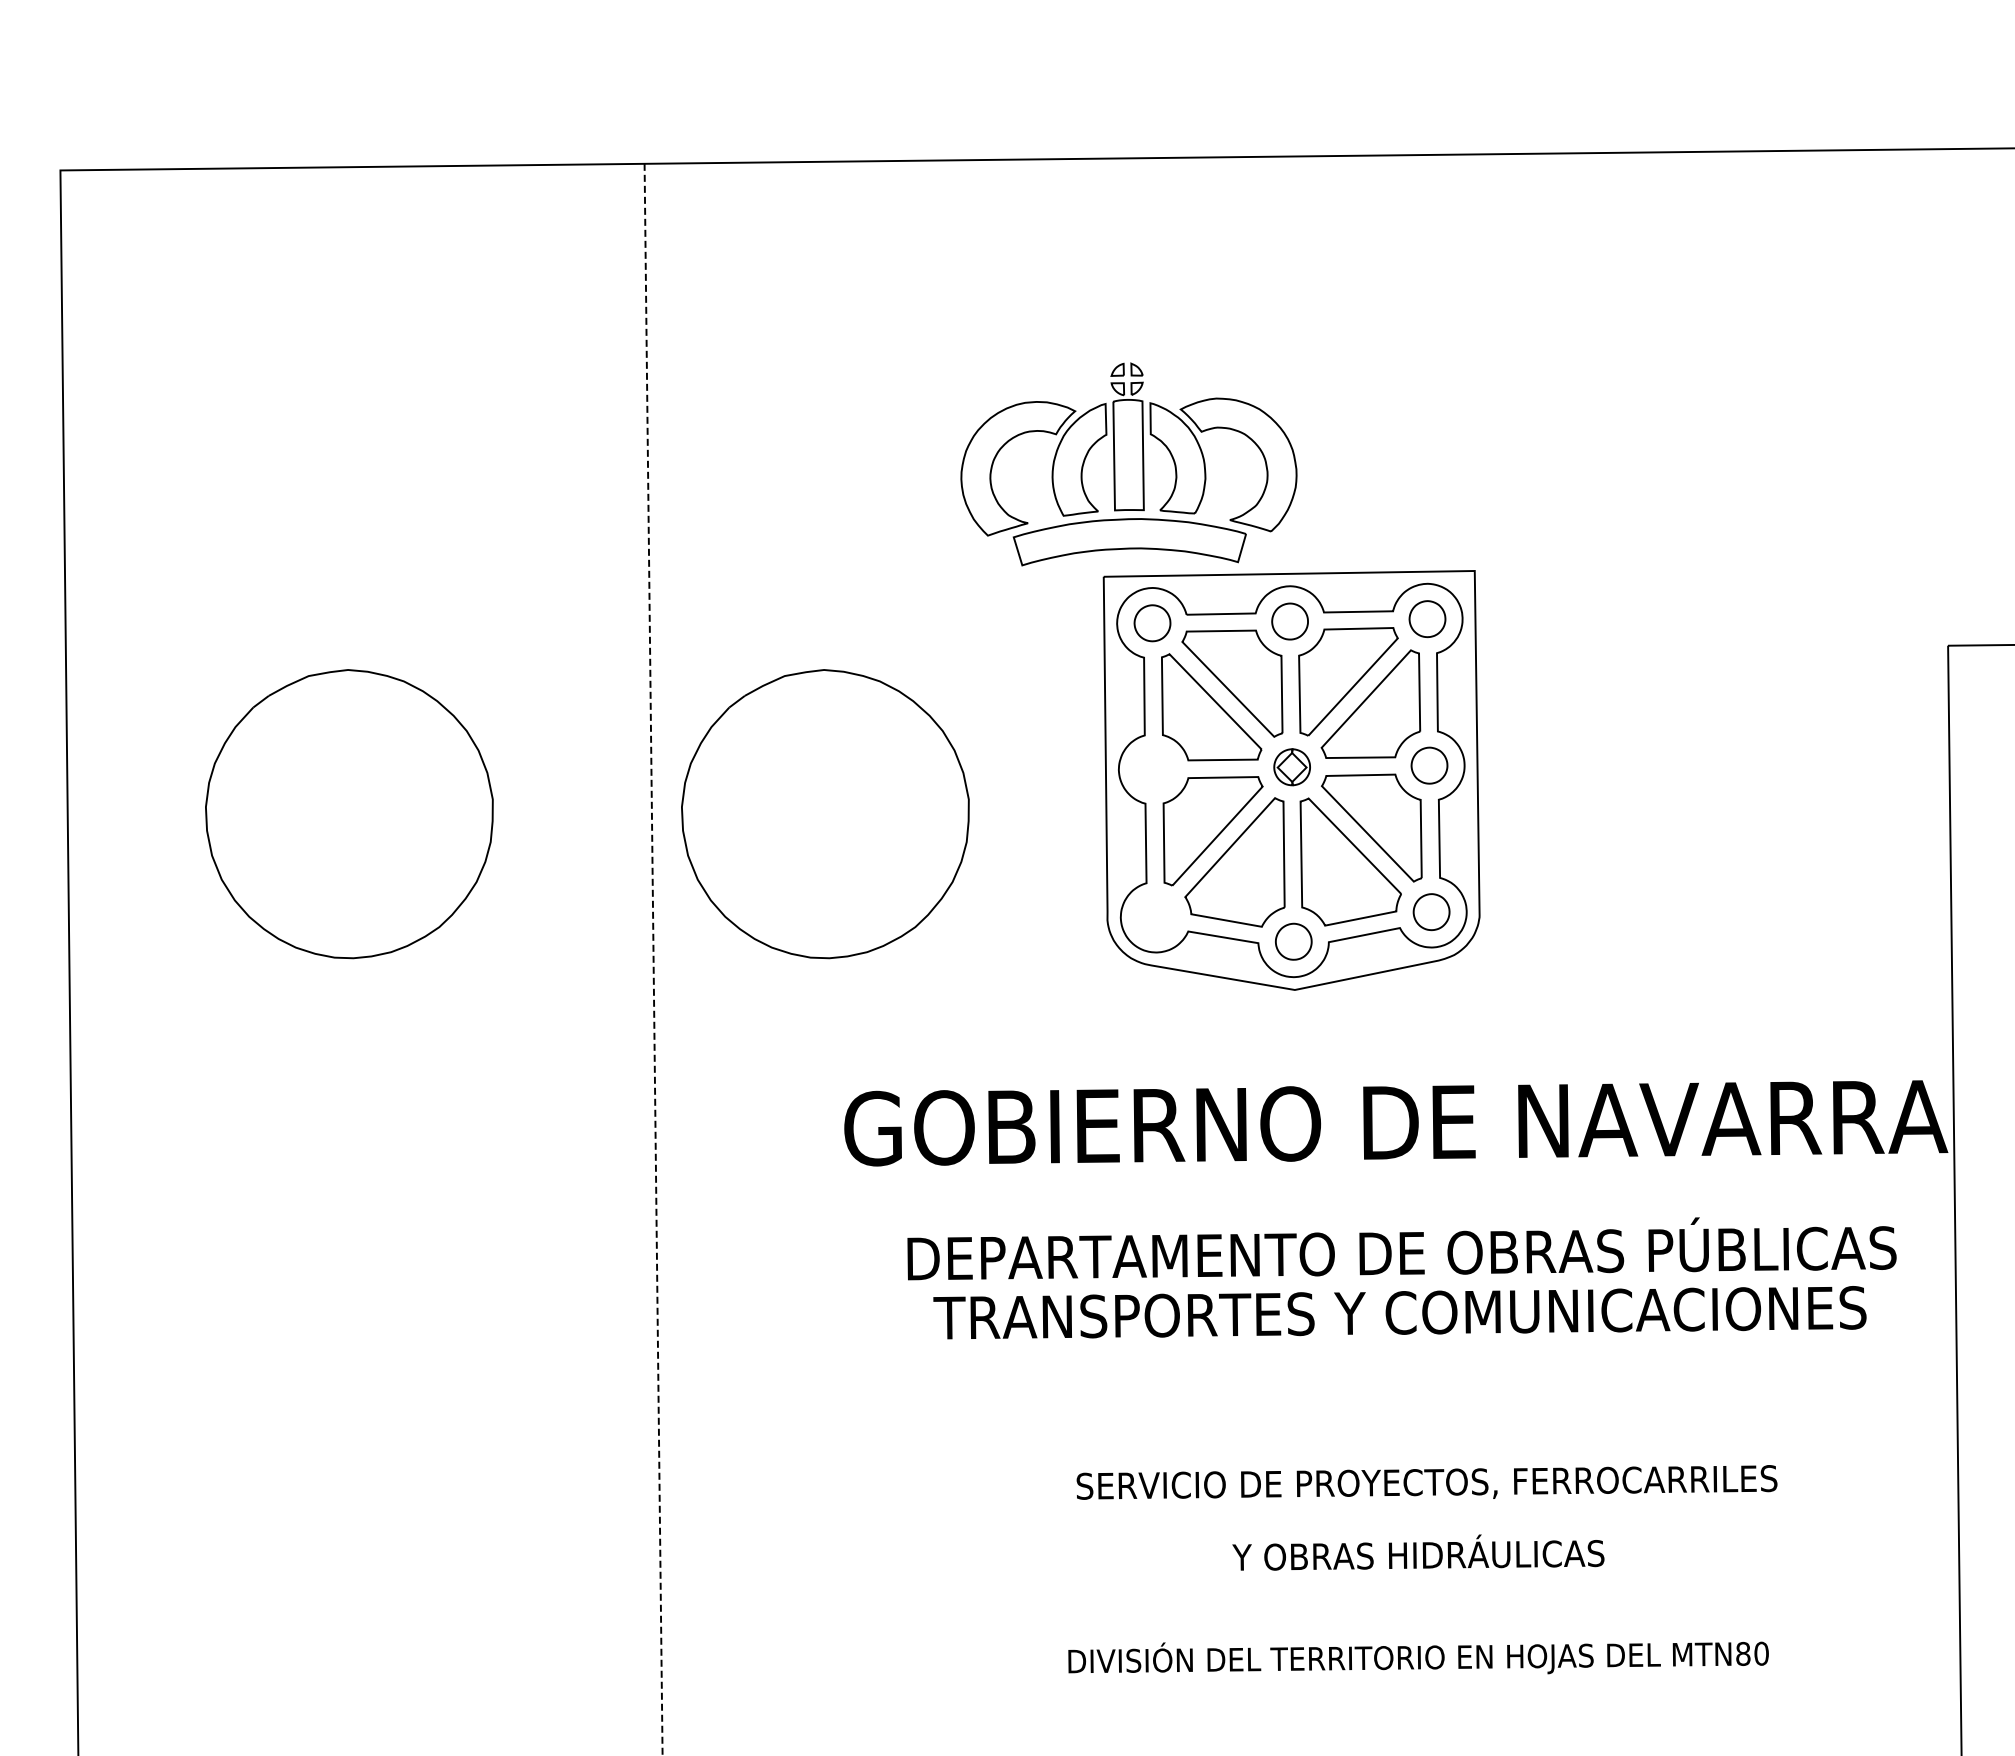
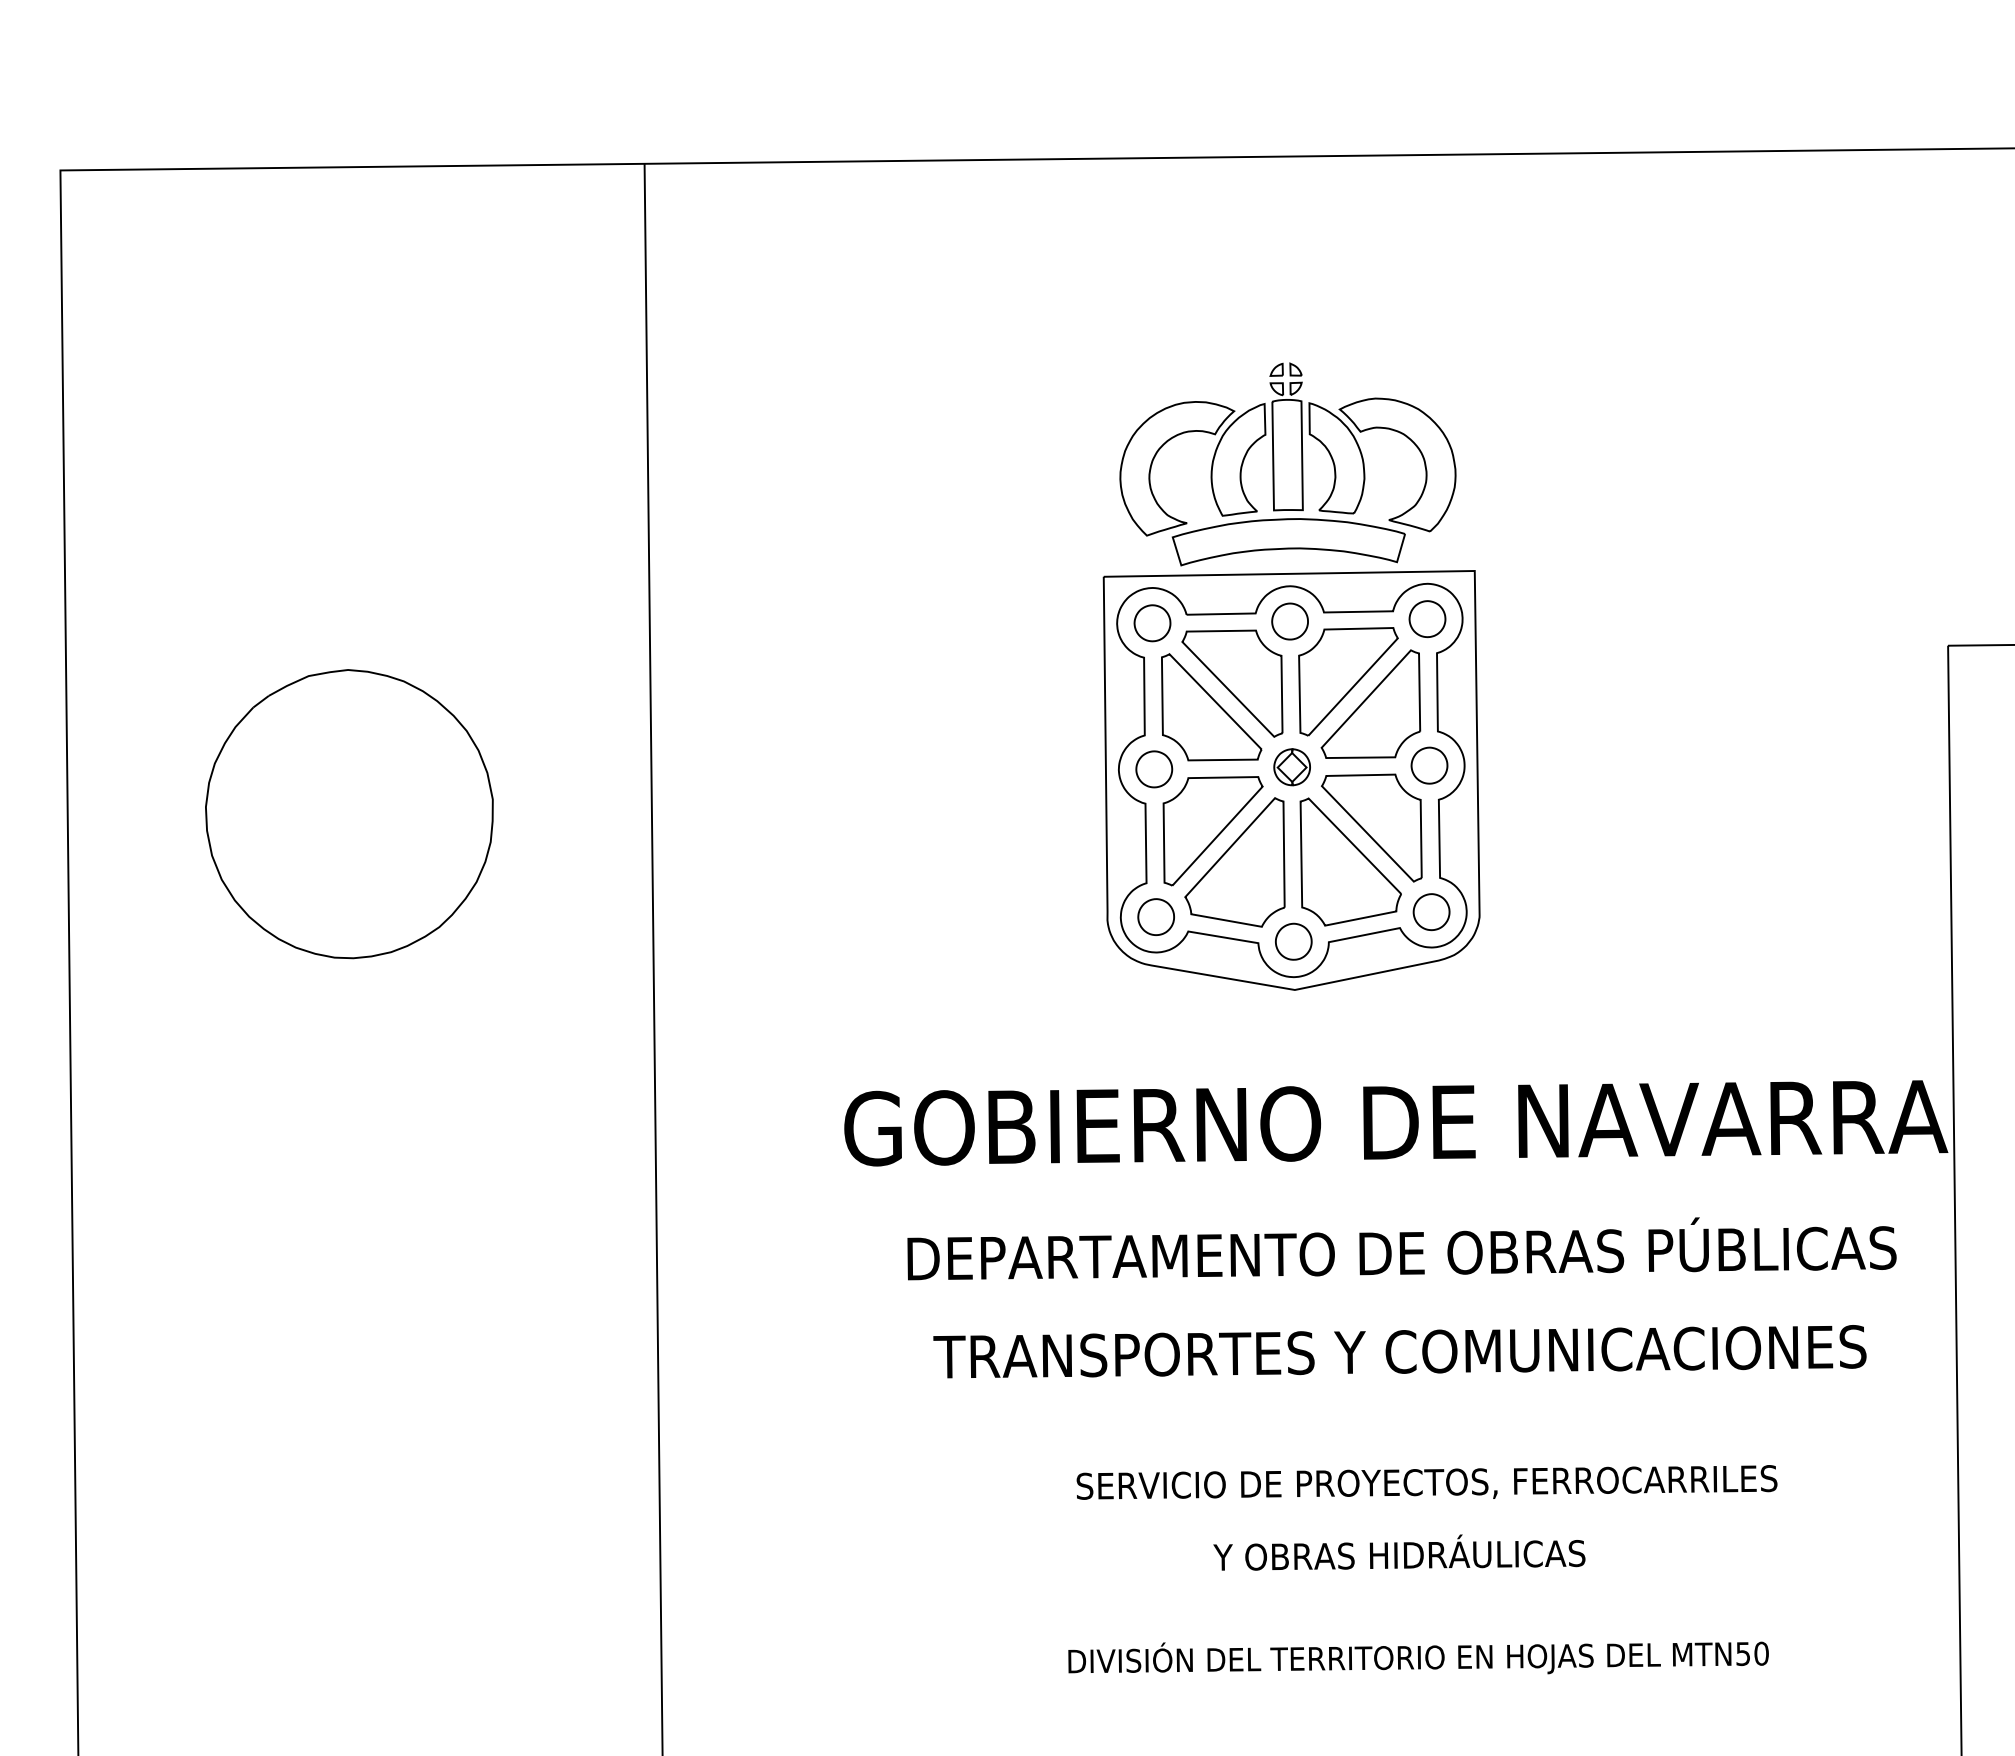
part at (1128, 464) position: (1128, 464) -> (1287, 464)
part at (1154, 769): none -> present
part at (825, 814): present -> none
part at (1155, 916): none -> present
line at (653, 959): dashed -> solid
text at (1399, 1312) position: (1399, 1312) -> (1399, 1351)
text at (1418, 1552) position: (1418, 1552) -> (1399, 1552)
text at (1743, 1653): MTN80 -> MTN50
